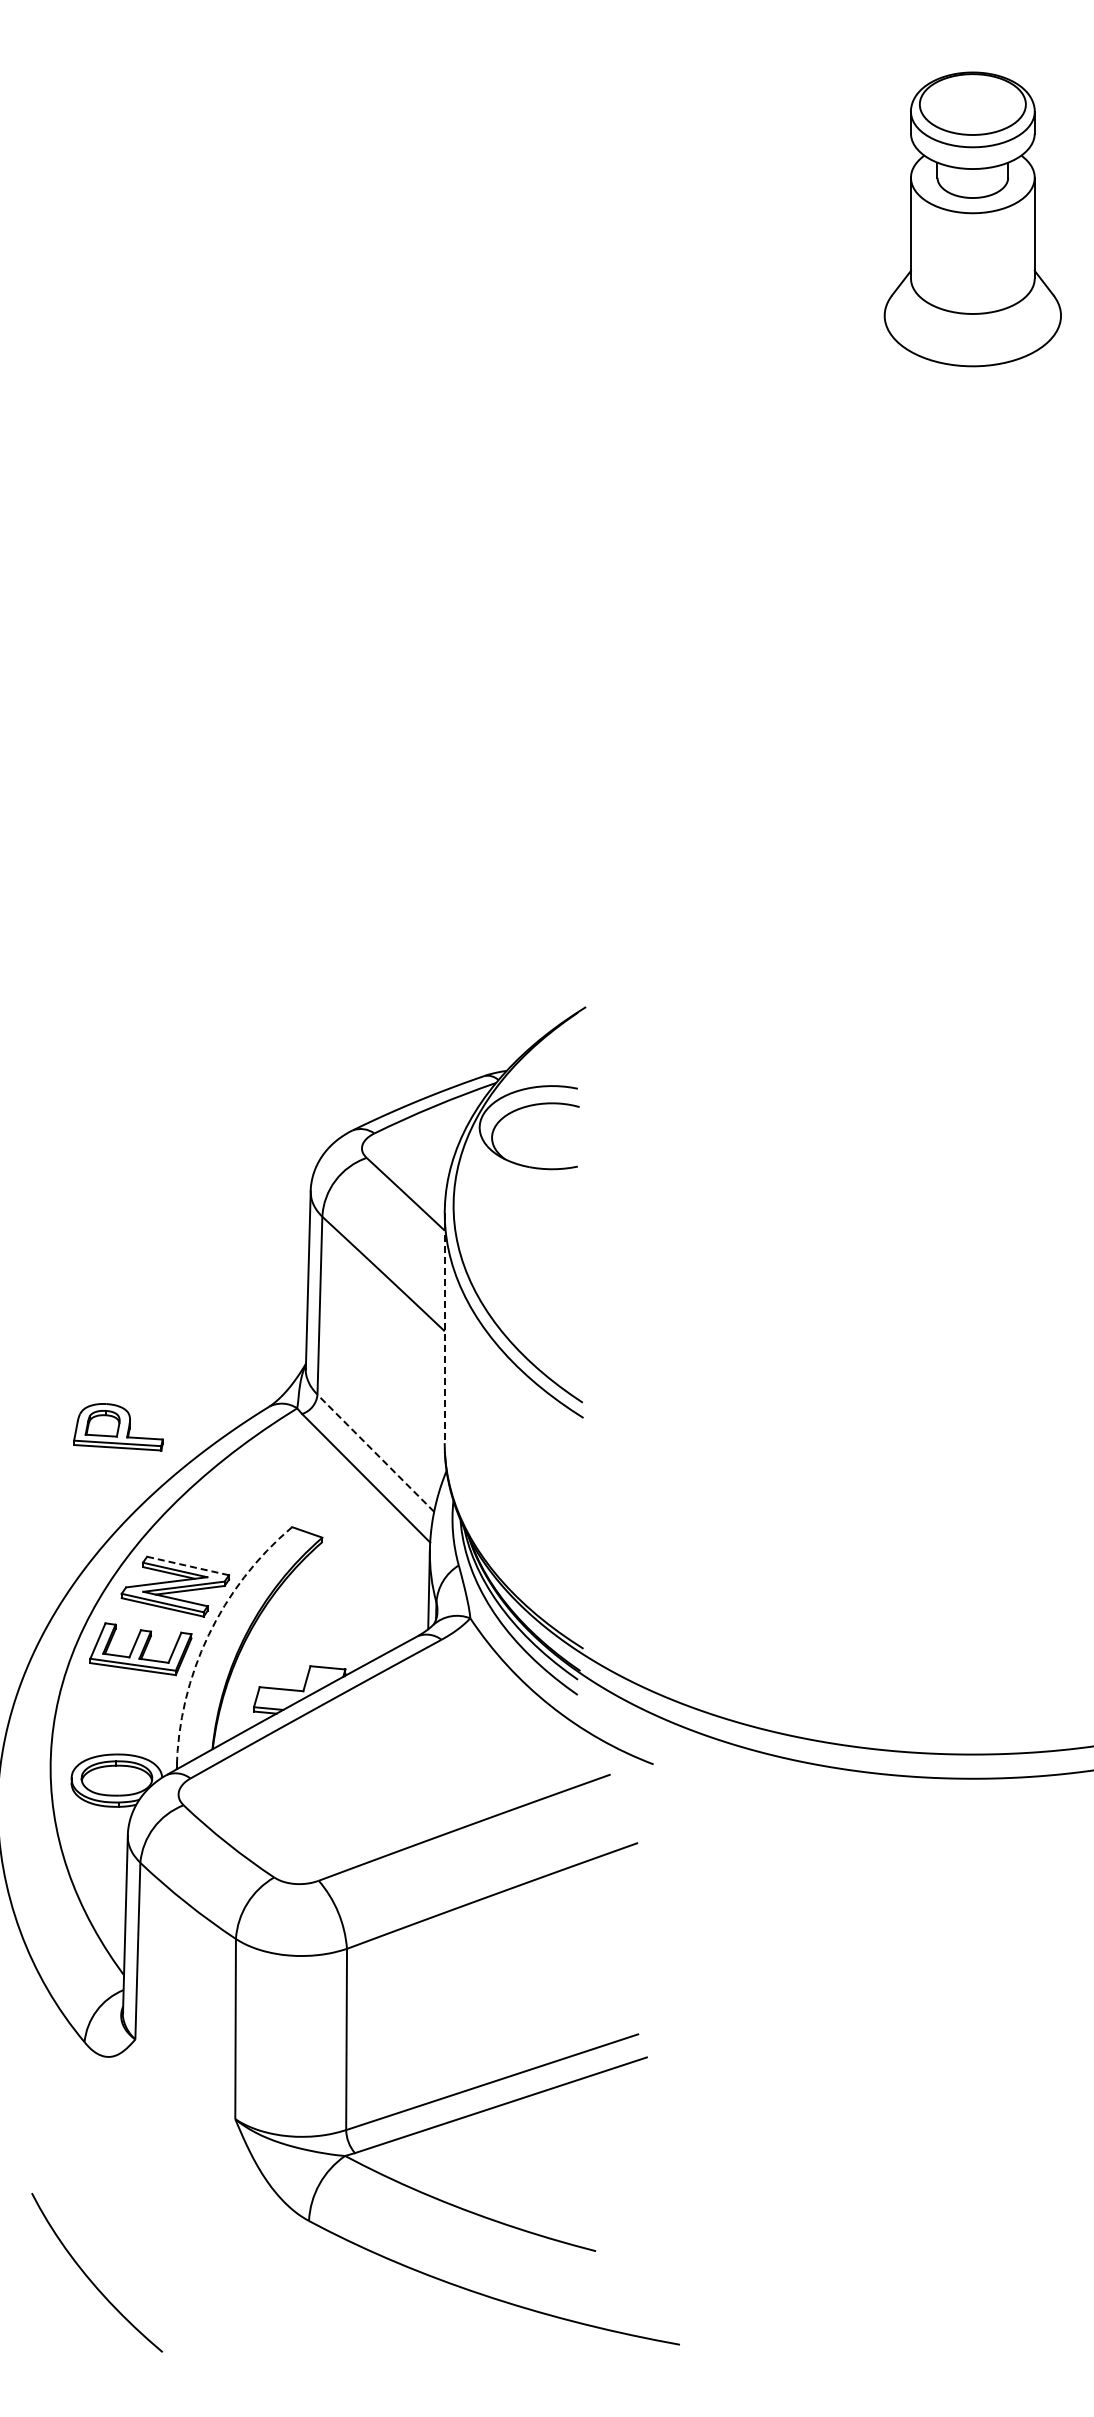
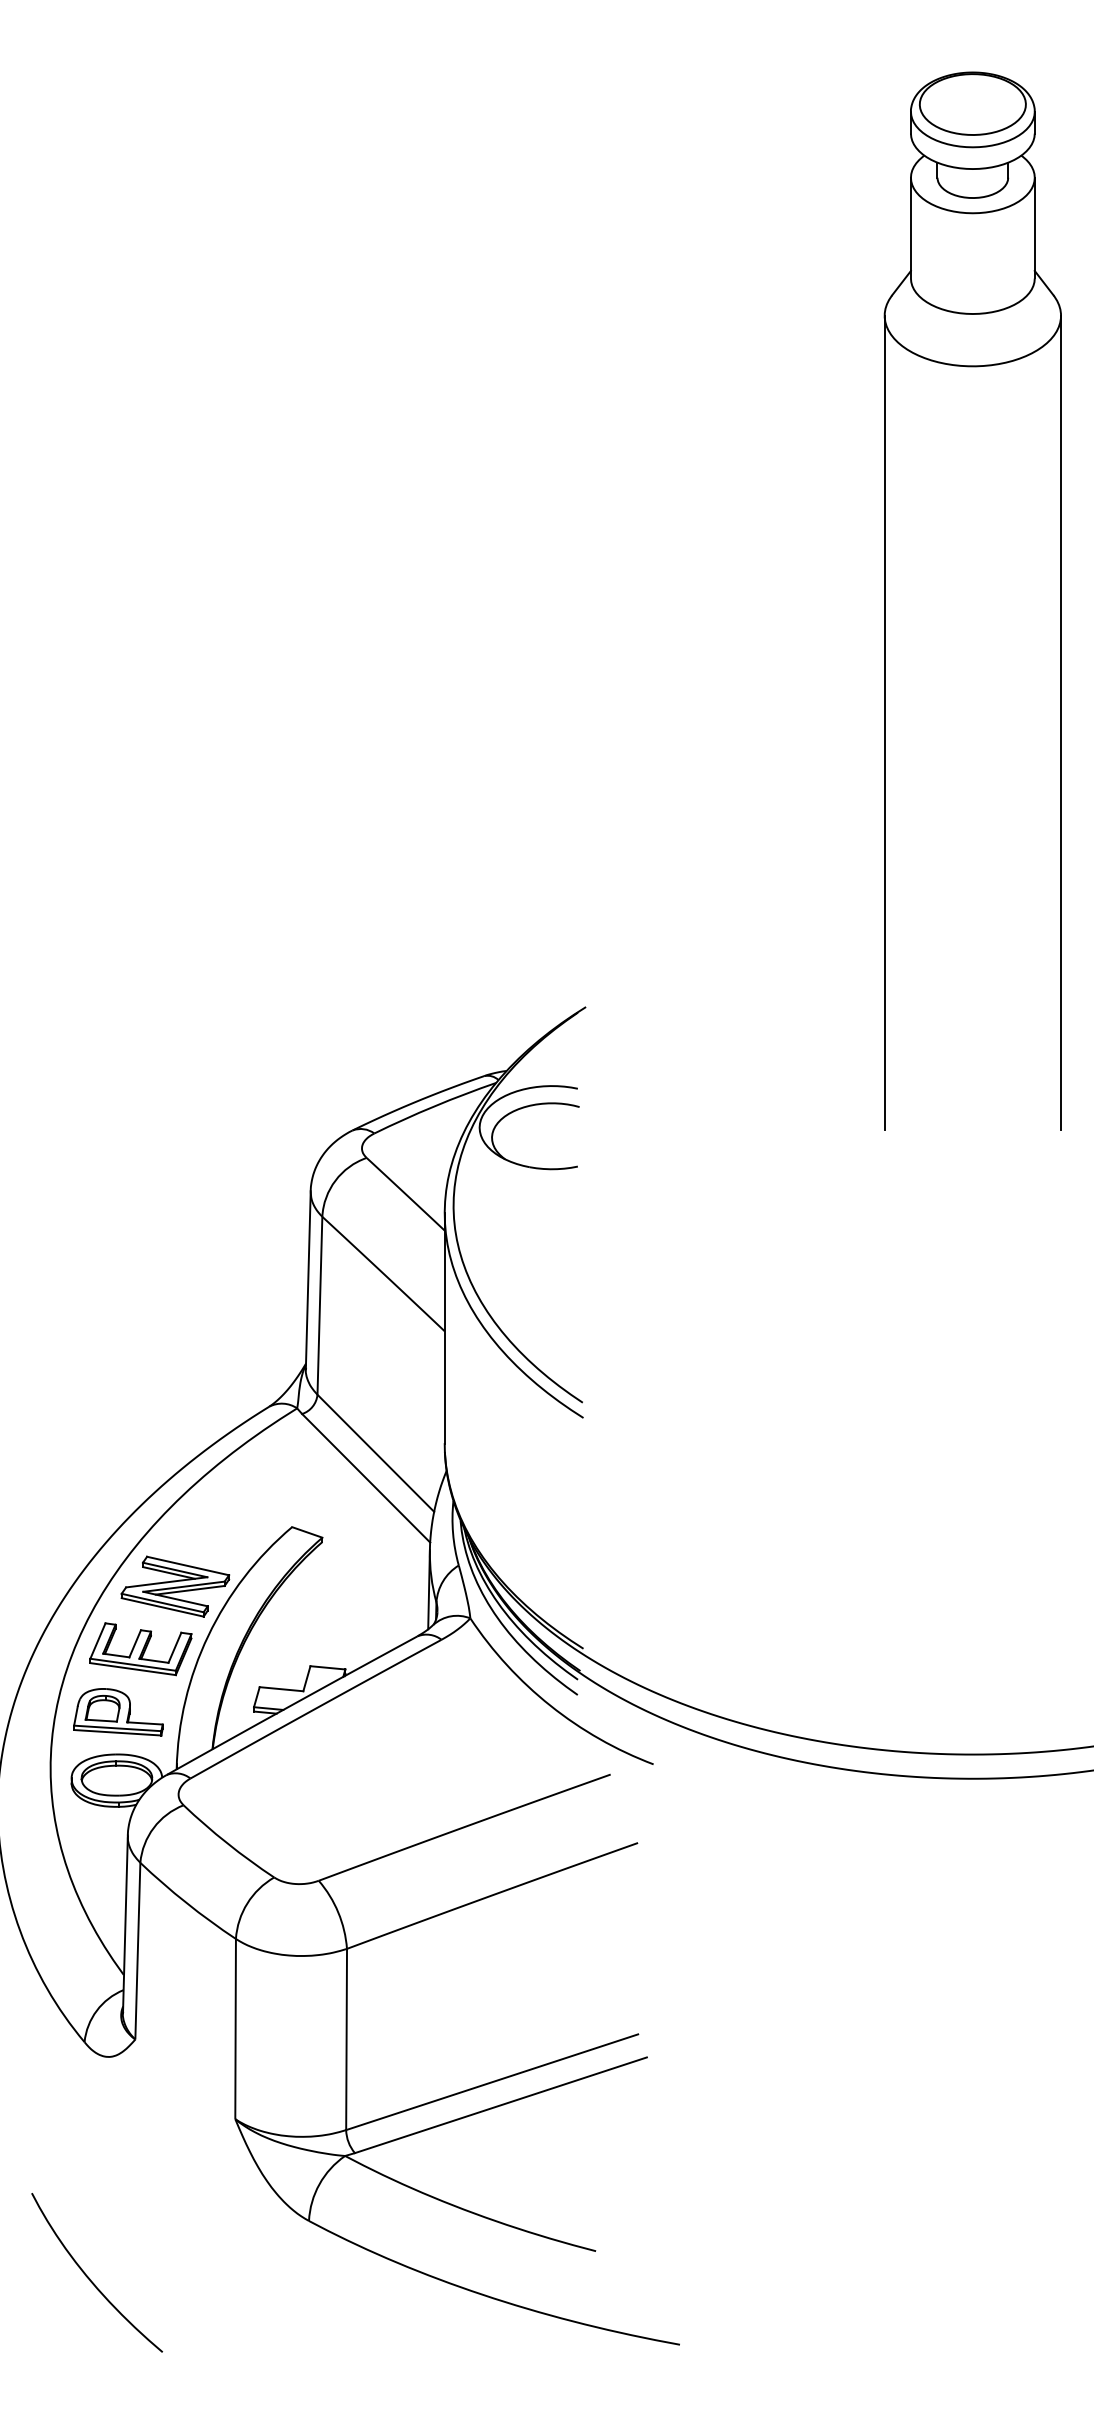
line at (884, 722): none -> present
line at (1061, 722): none -> present
line at (444, 1329): dashed -> solid
part at (118, 1427) position: (118, 1427) -> (118, 1712)
line at (375, 1453): dashed -> solid
line at (188, 1566): dashed -> solid
arc at (208, 1635): dashed -> solid
